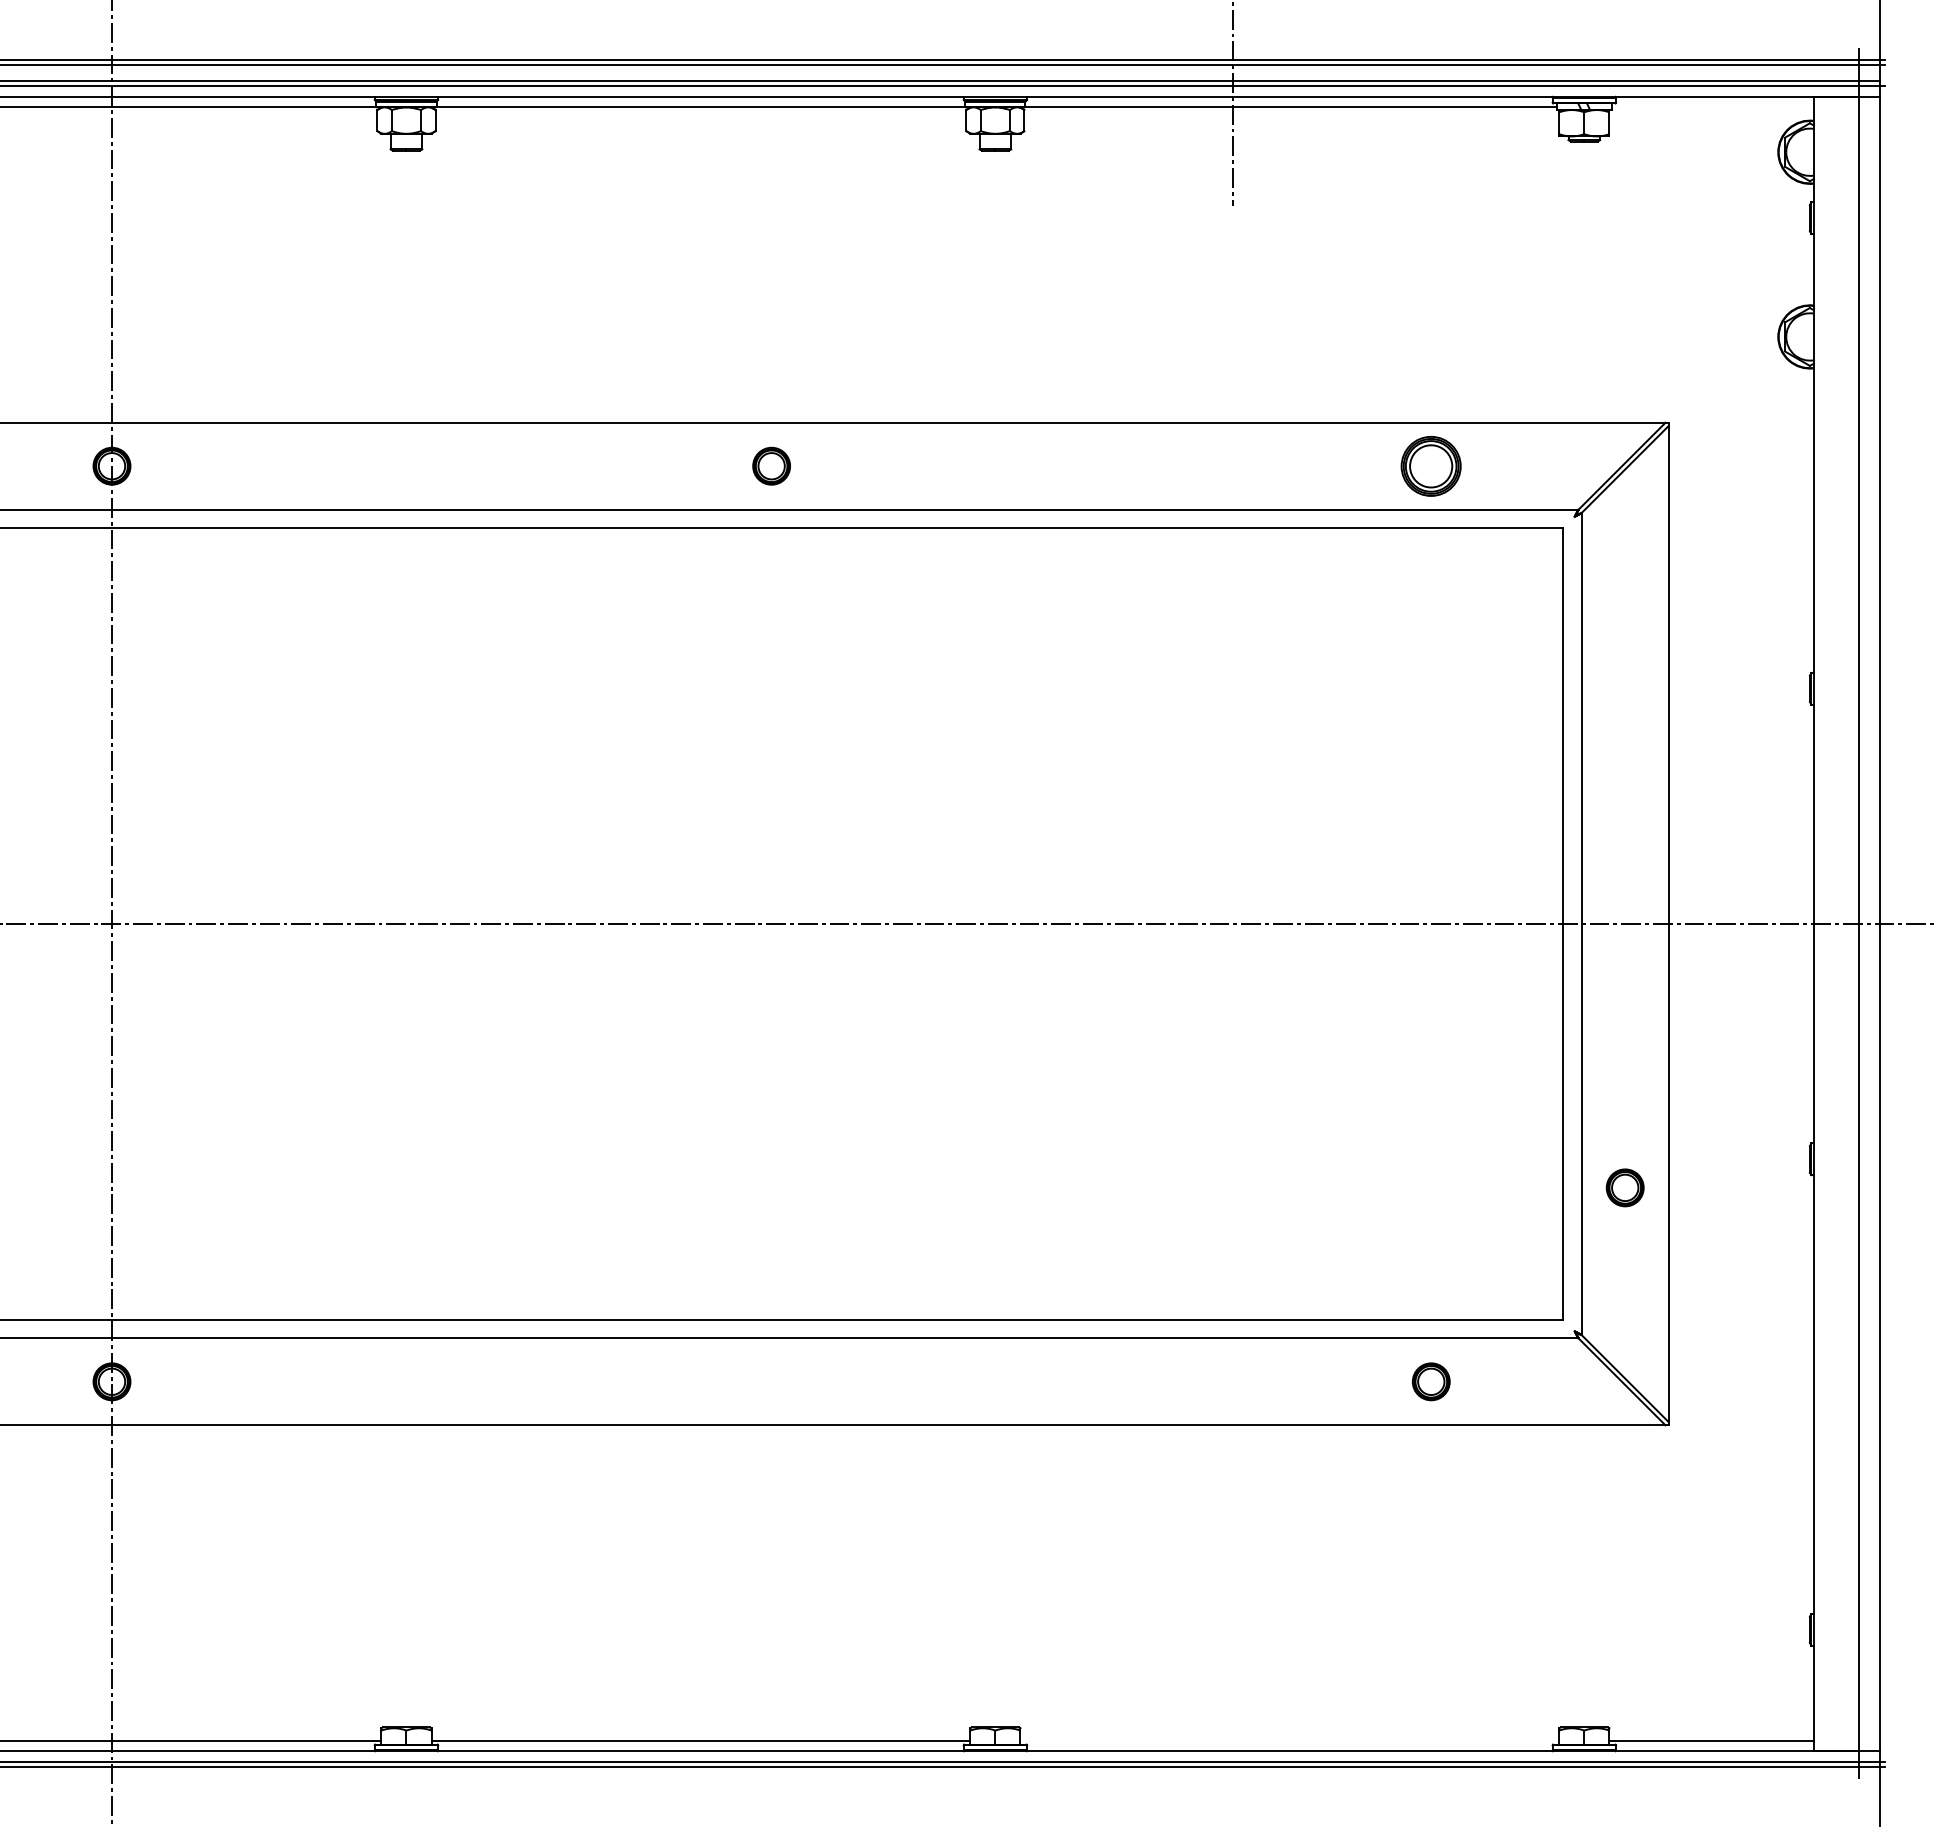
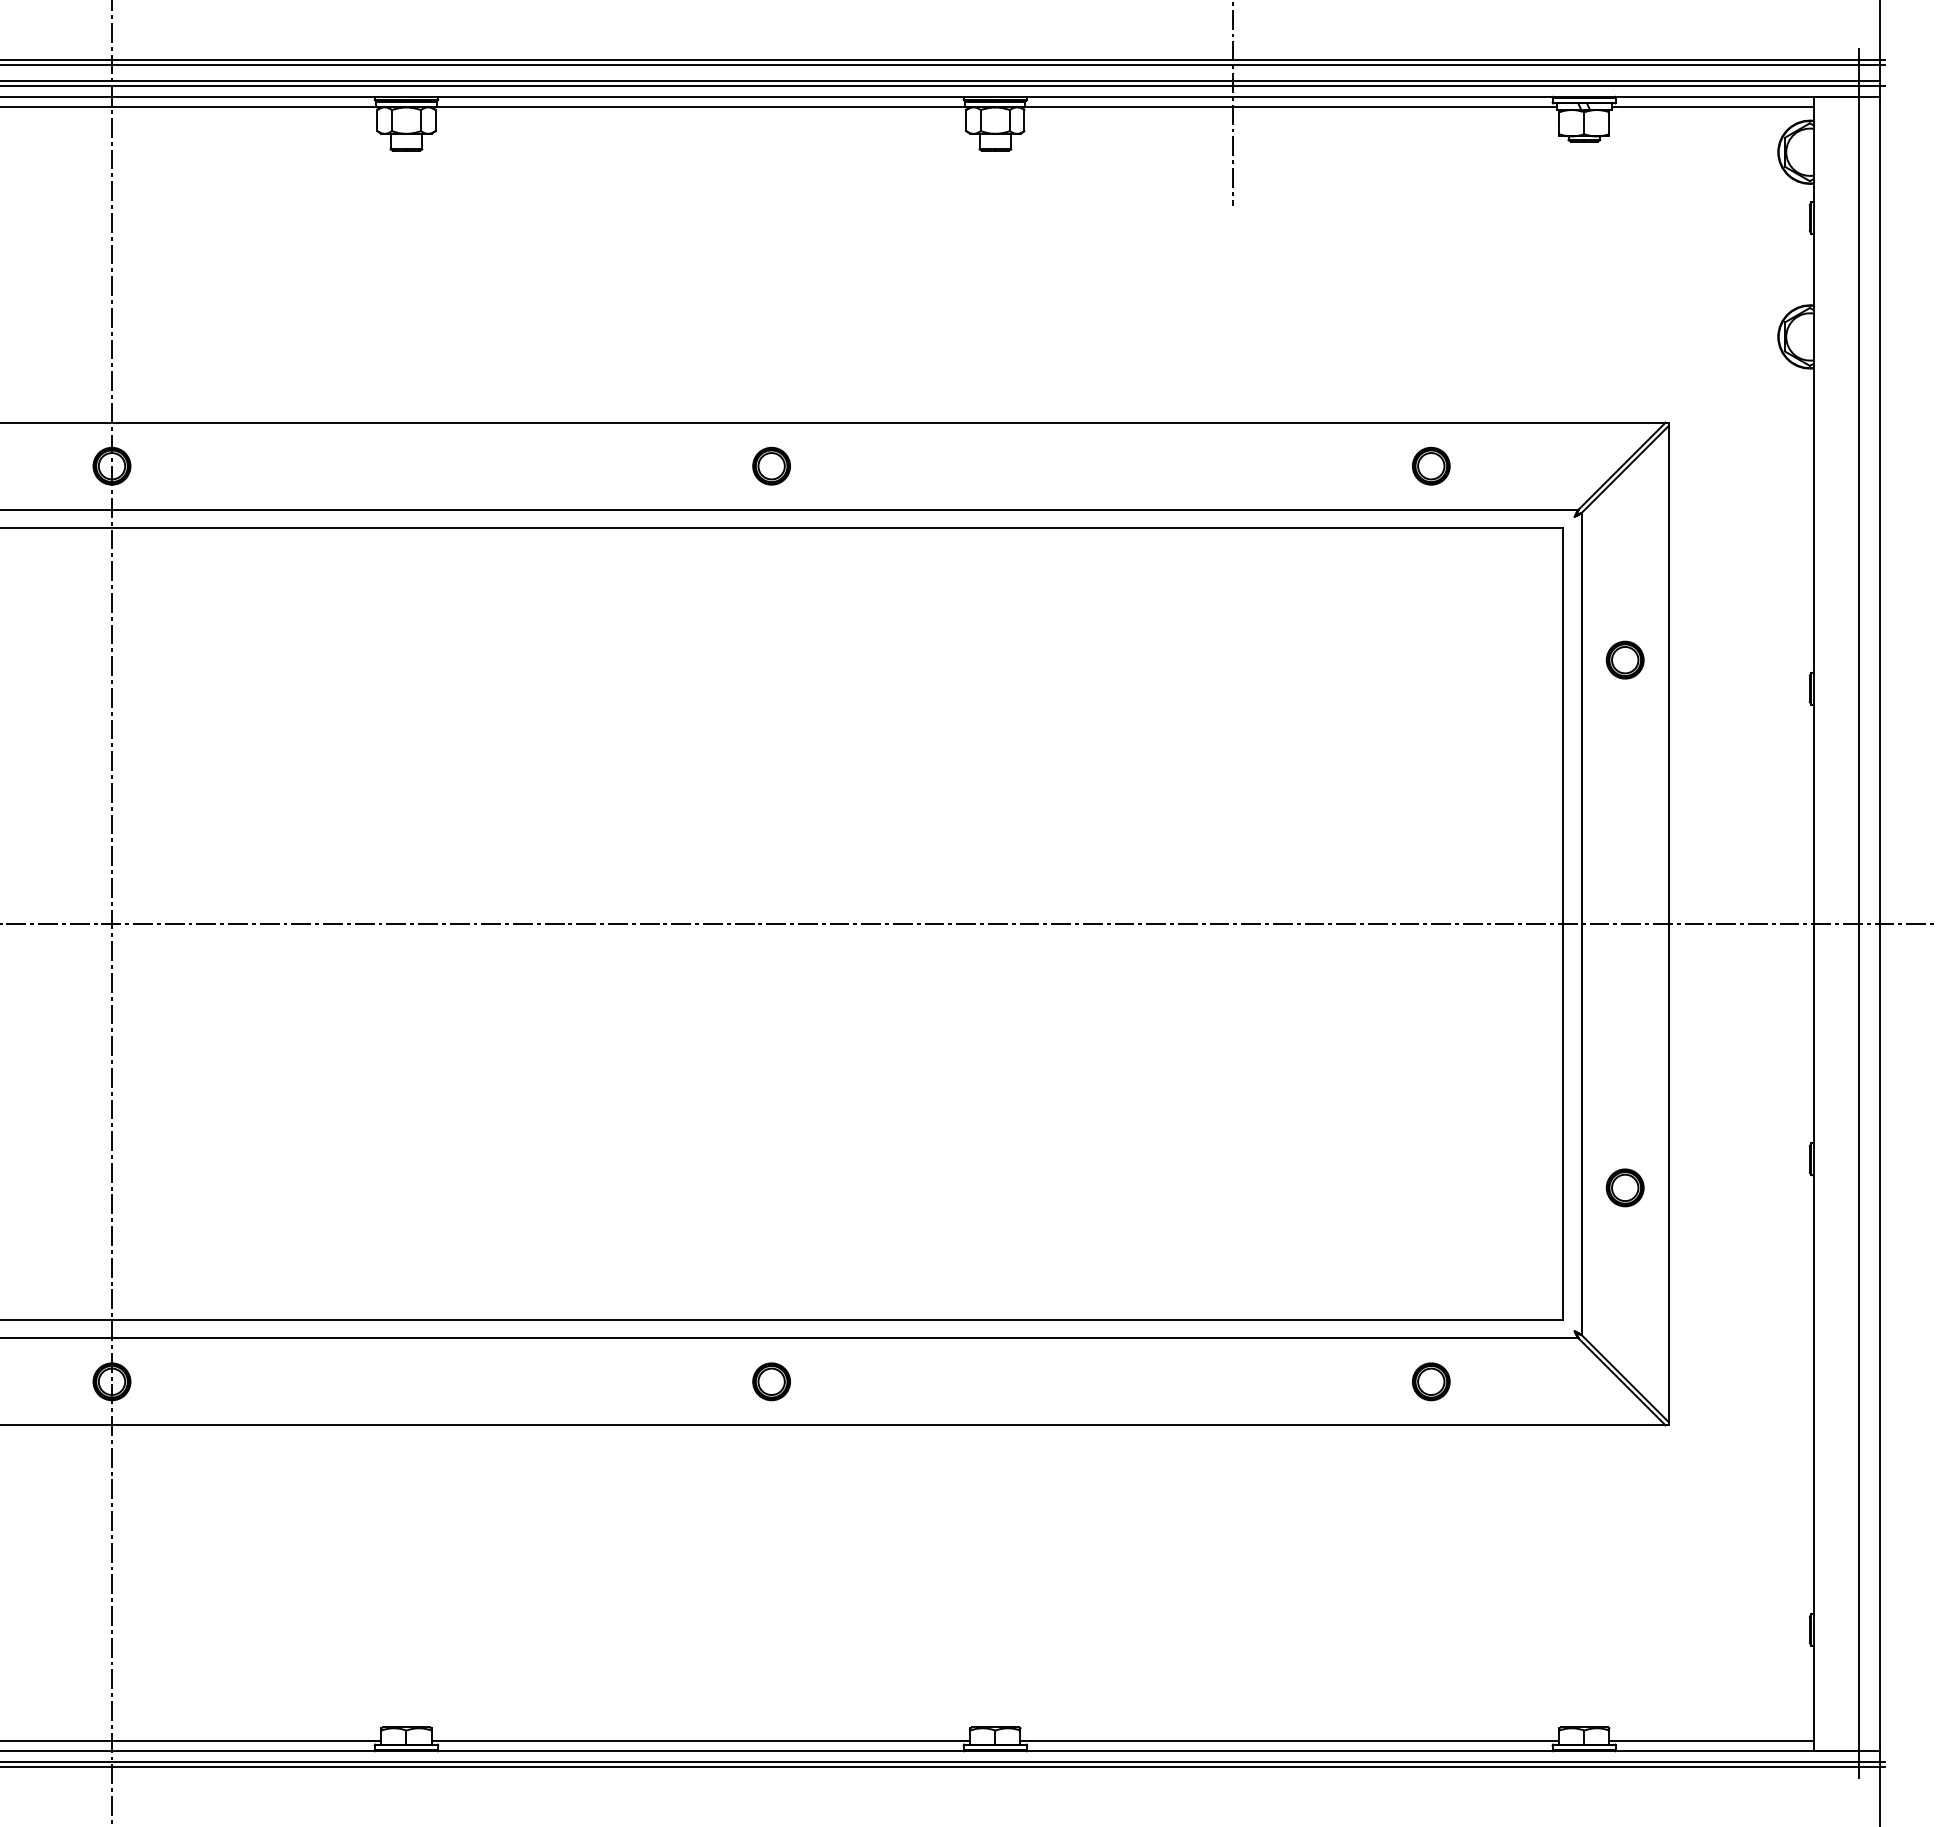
line at (1712, 107): none -> present
part at (1430, 466) size: 62x61 px -> 39x40 px
part at (1624, 659): none -> present
part at (771, 1381): none -> present
line at (1289, 1740): none -> present
